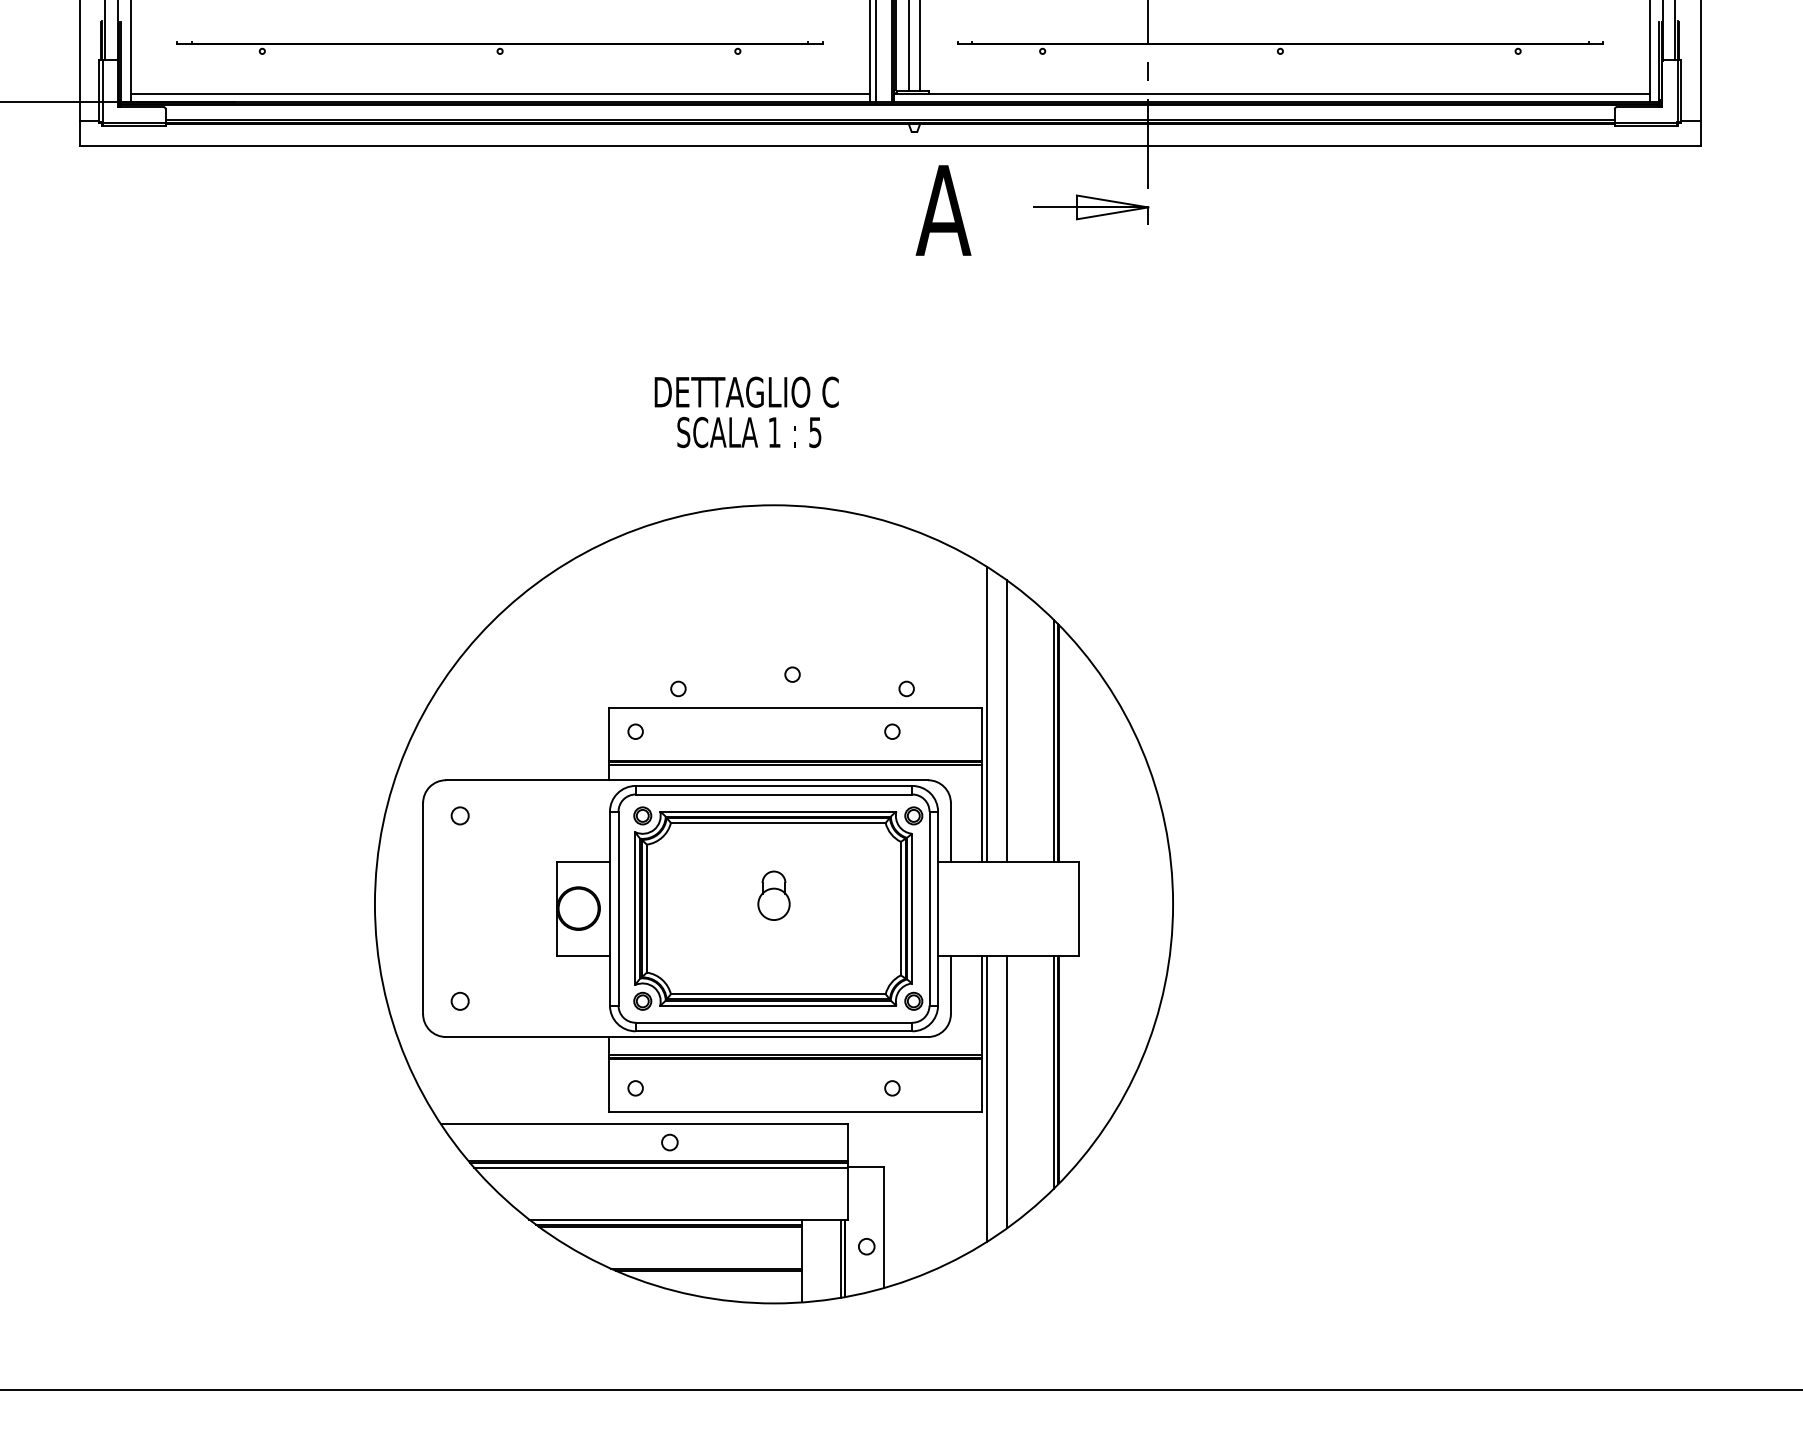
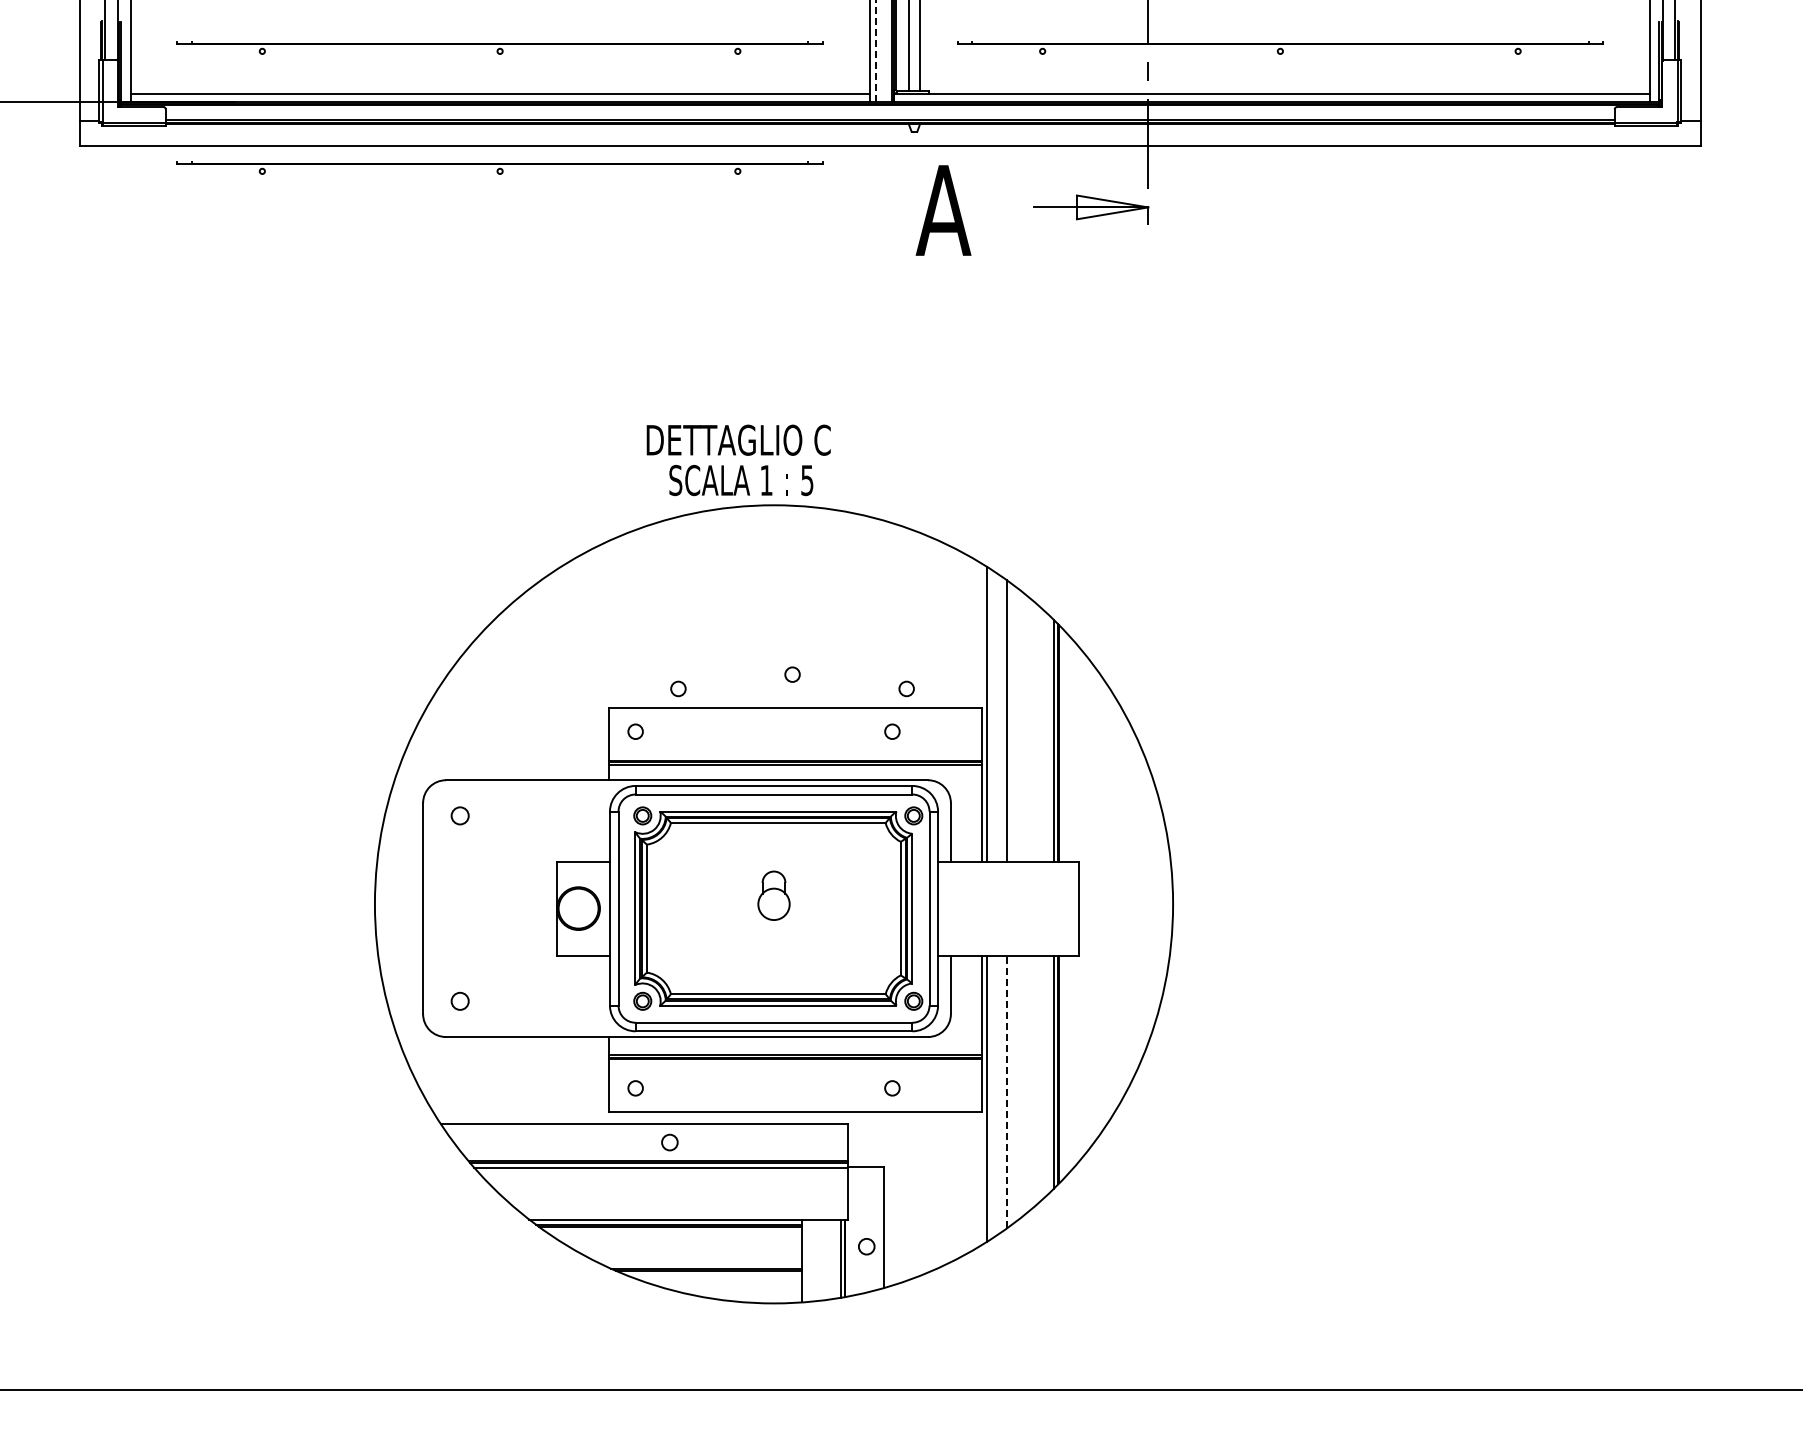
line at (876, 50): solid -> dashed
part at (499, 167): none -> present
text at (746, 412) position: (746, 412) -> (738, 460)
line at (1007, 1091): solid -> dashed
